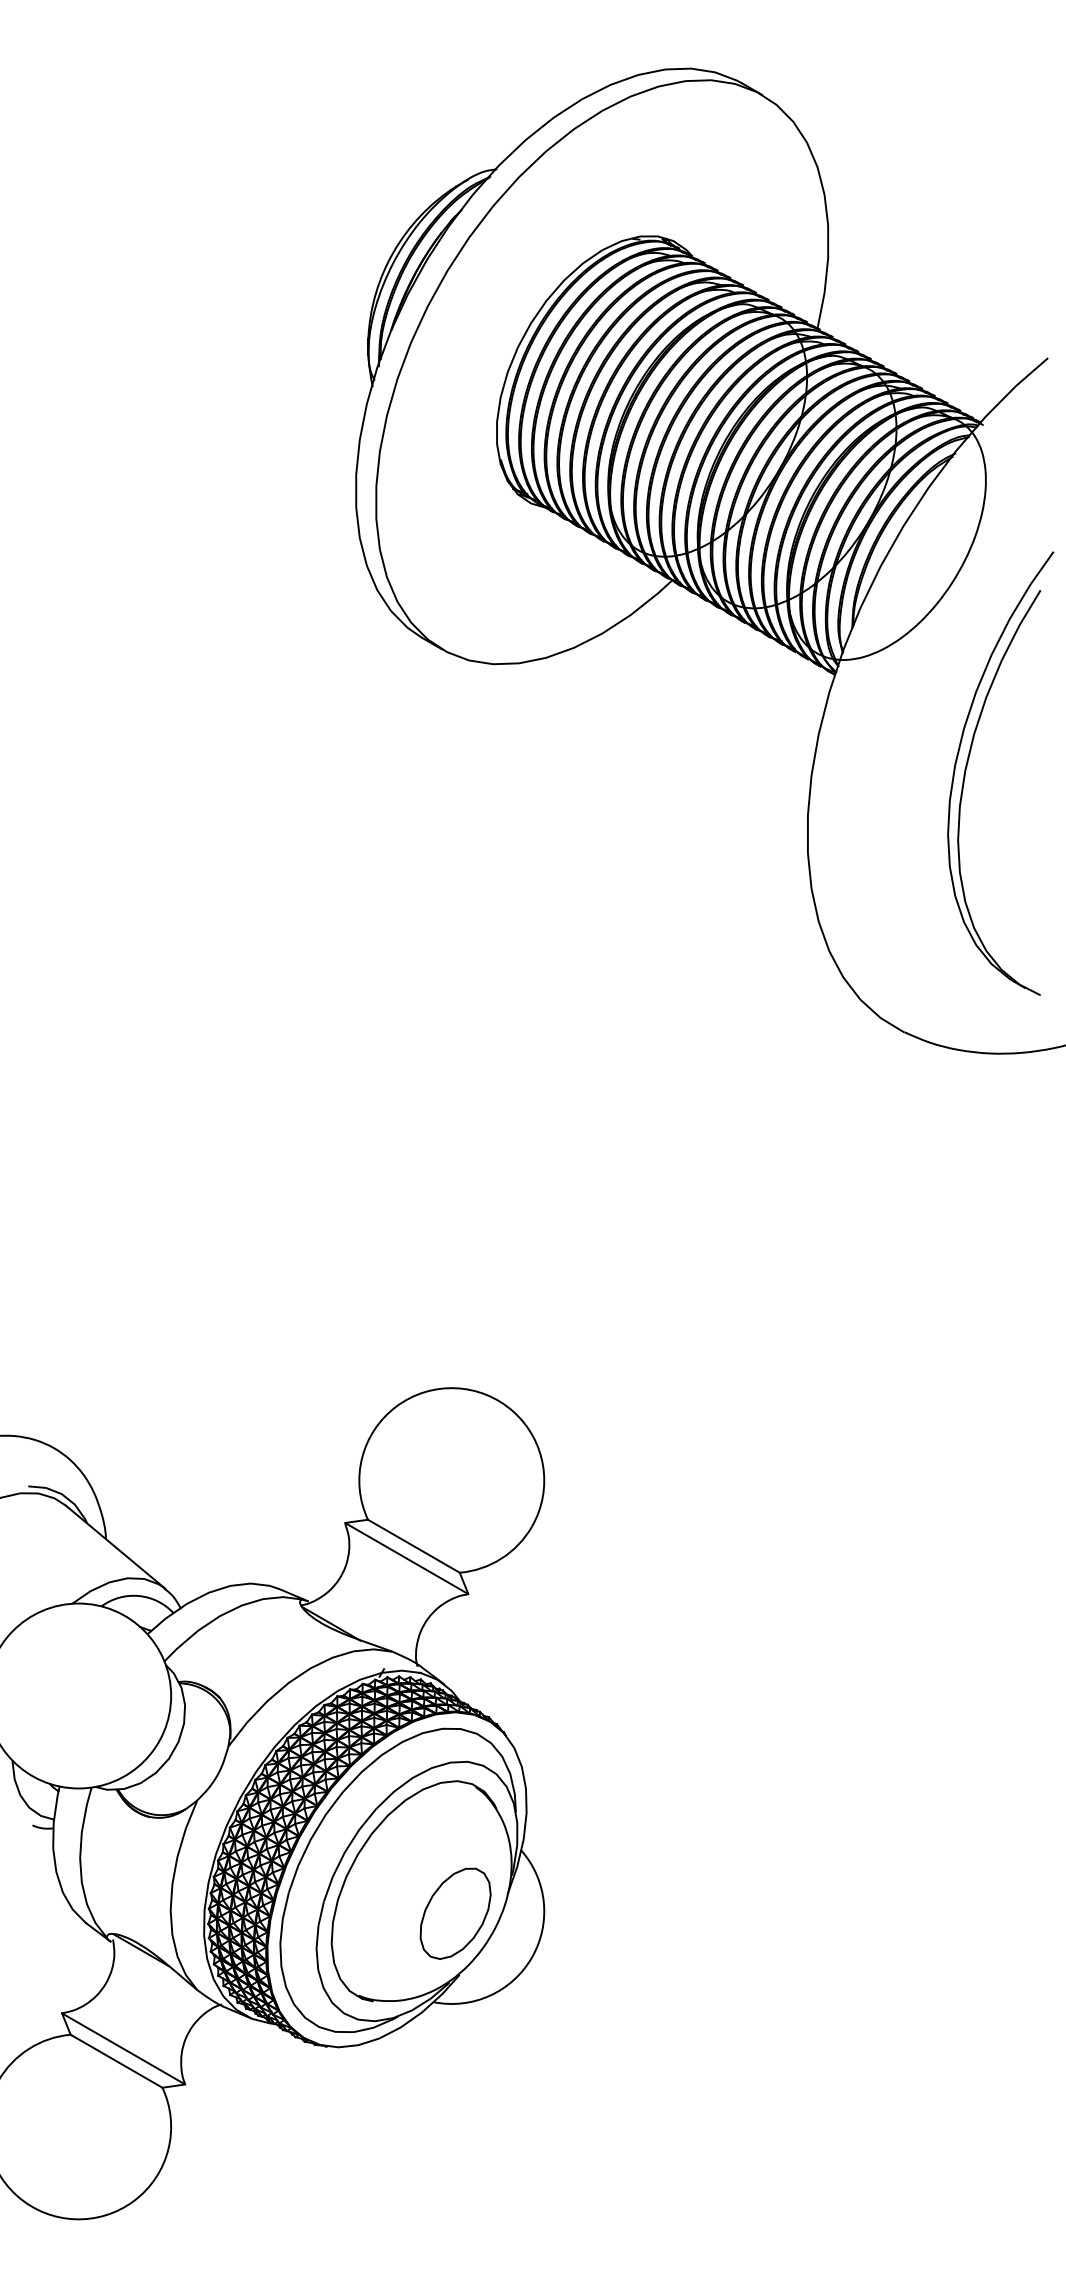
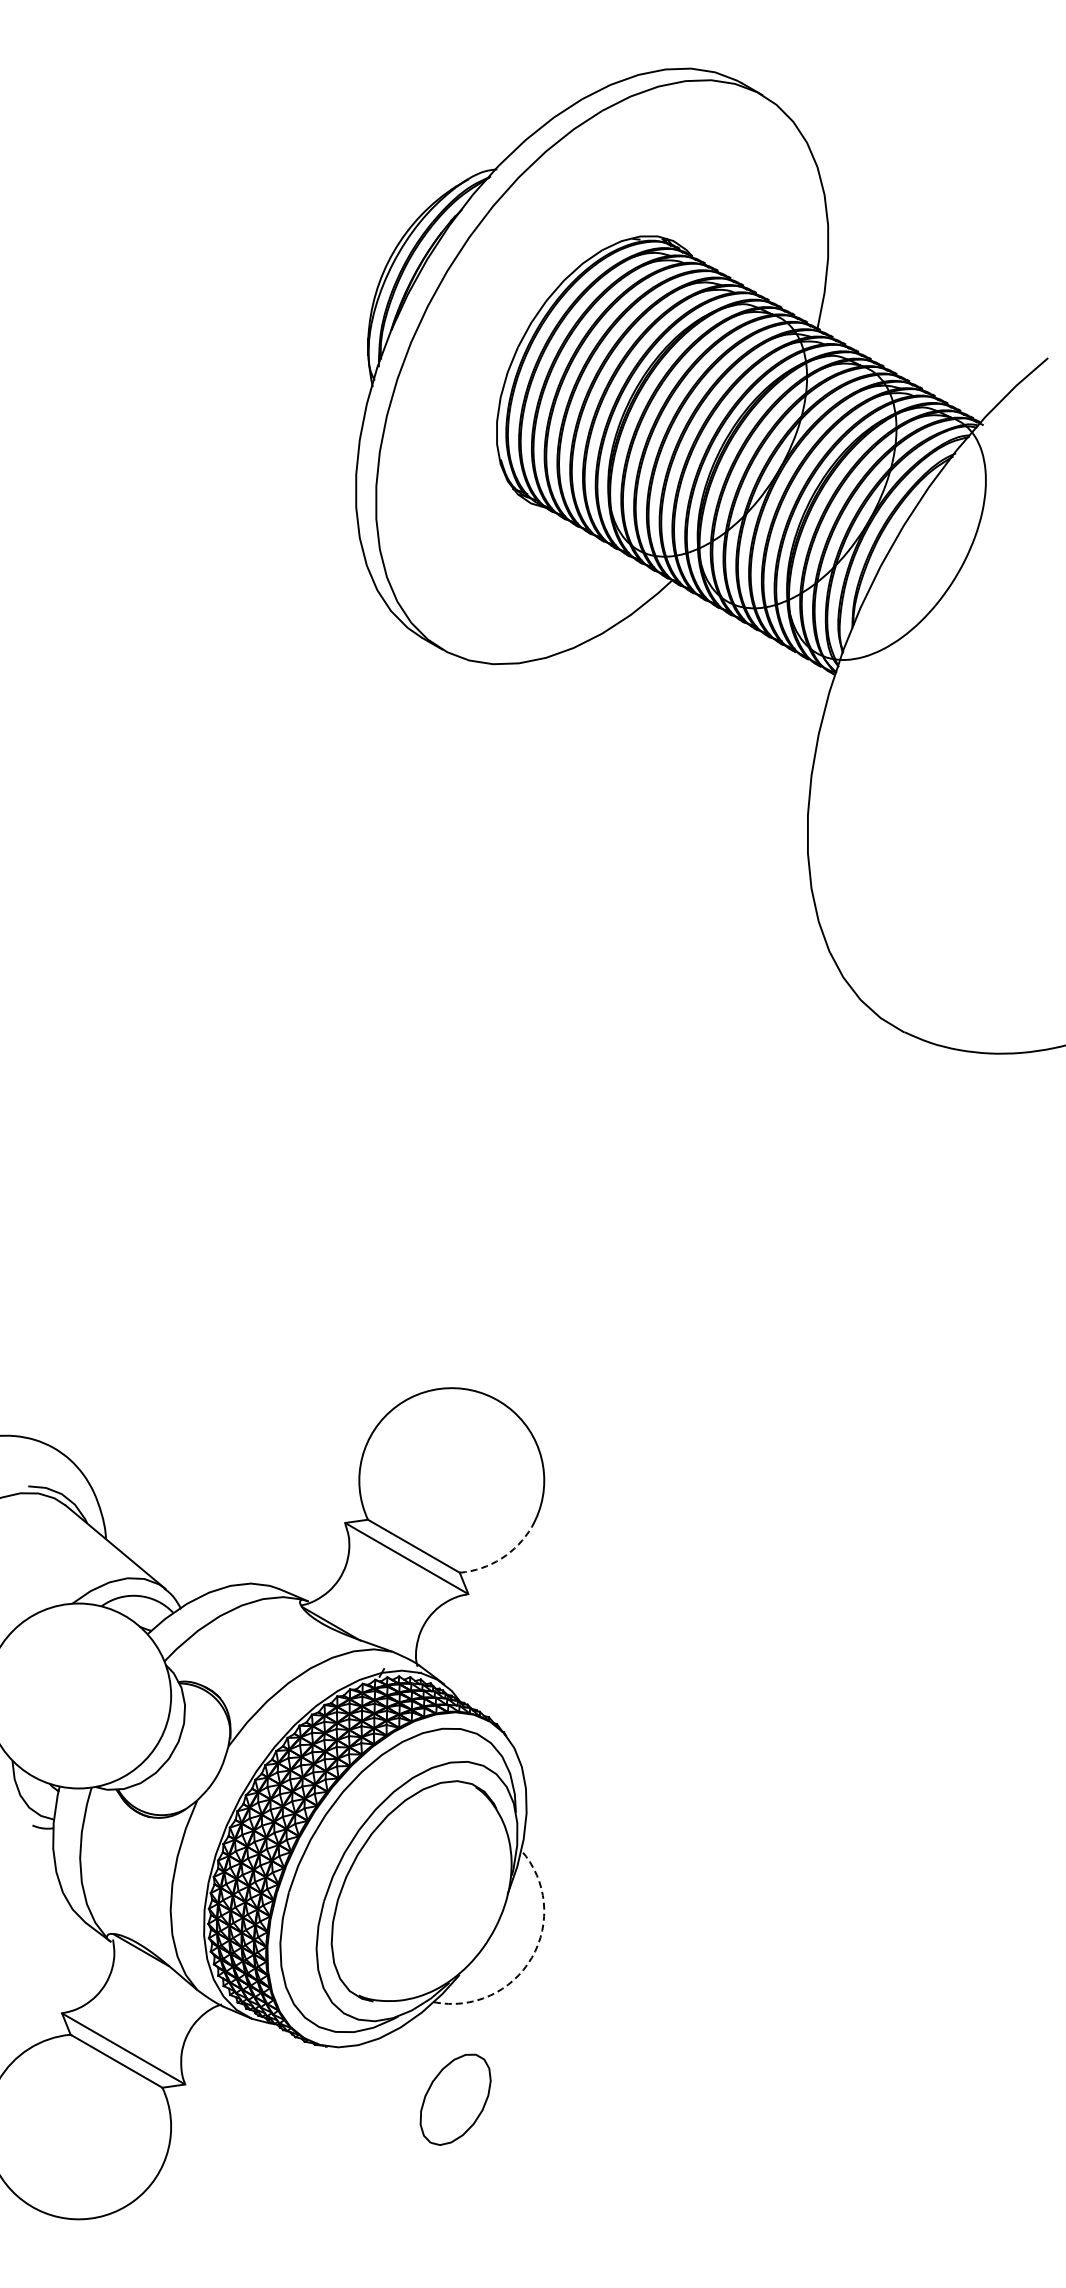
part at (967, 766): present -> none
arc at (501, 1558): solid -> dashed
part at (455, 1913) position: (455, 1913) -> (455, 2099)
arc at (531, 1957): solid -> dashed
